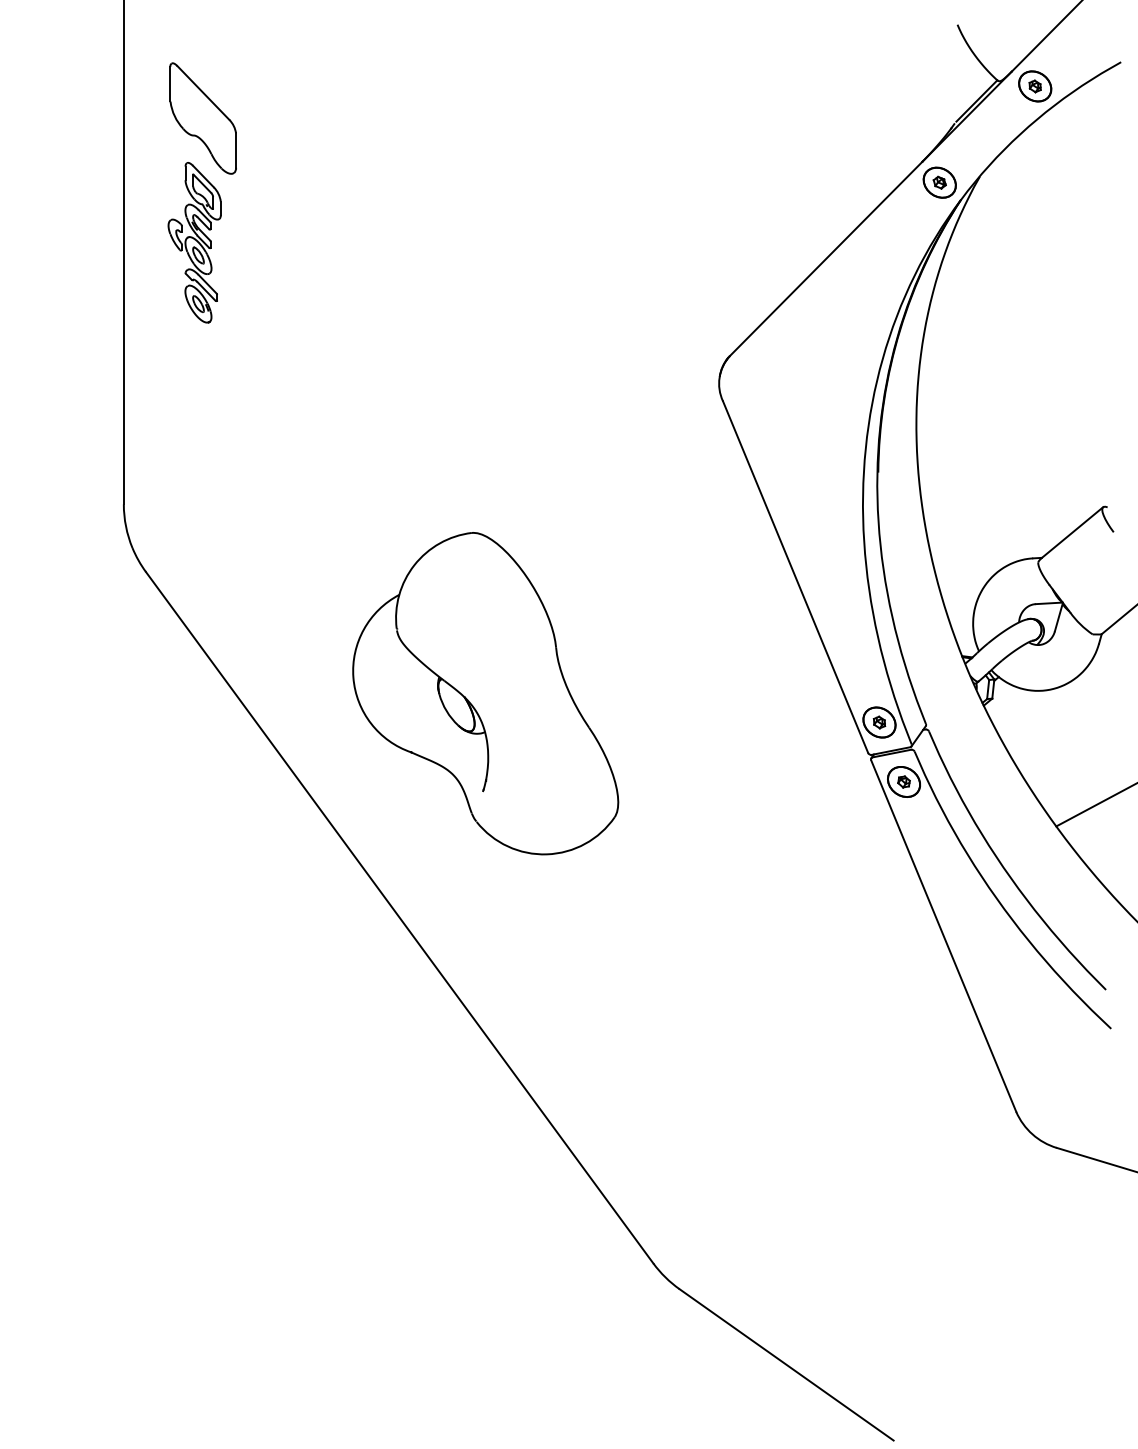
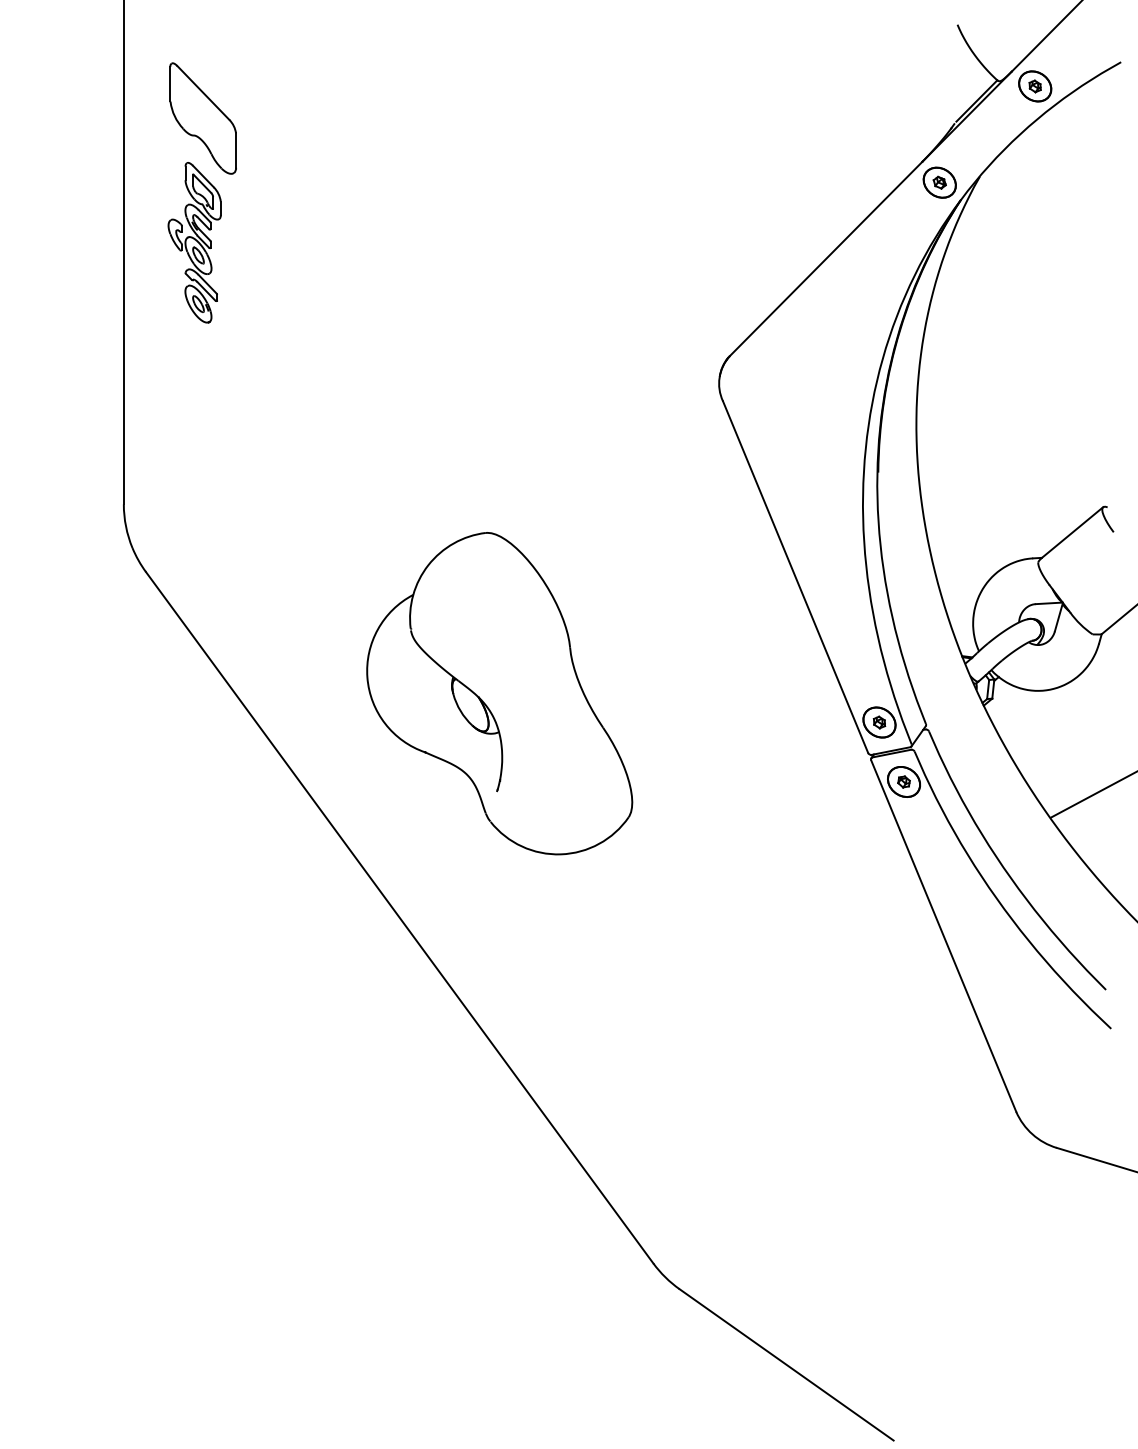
part at (485, 693) position: (485, 693) -> (499, 693)
line at (1095, 805) position: (1095, 805) -> (1092, 794)
